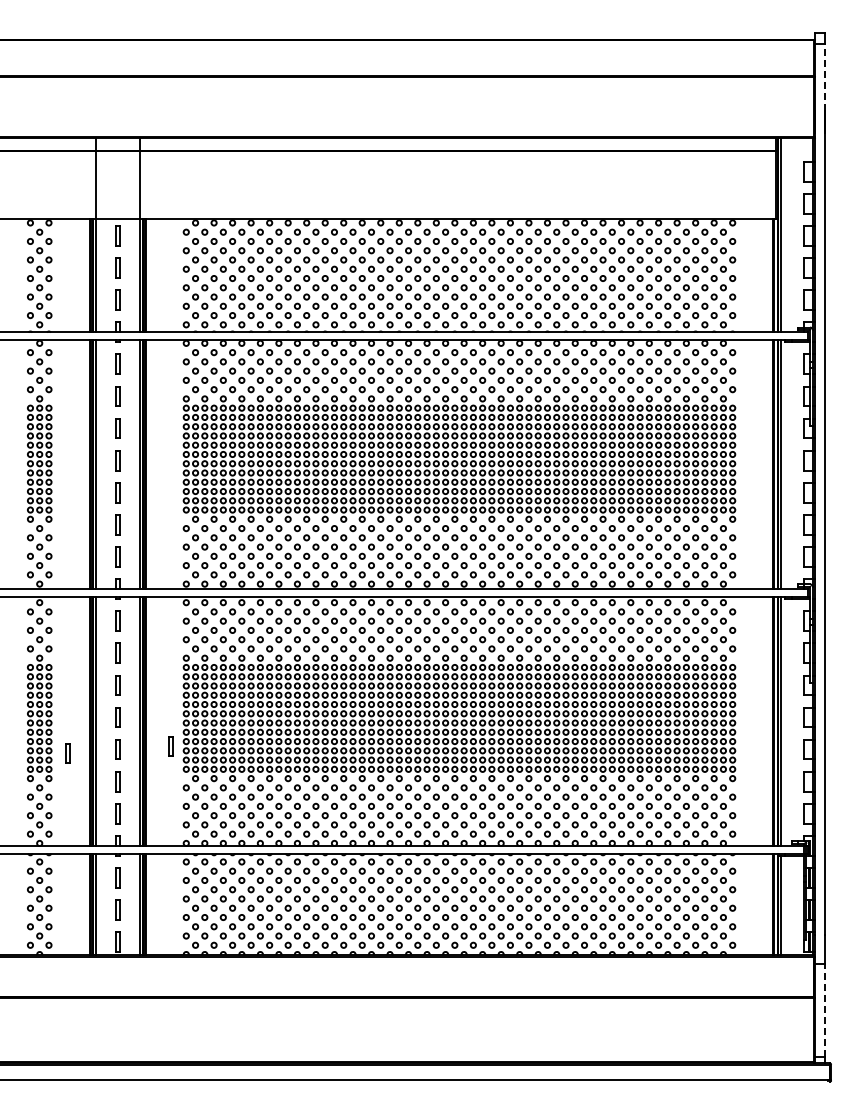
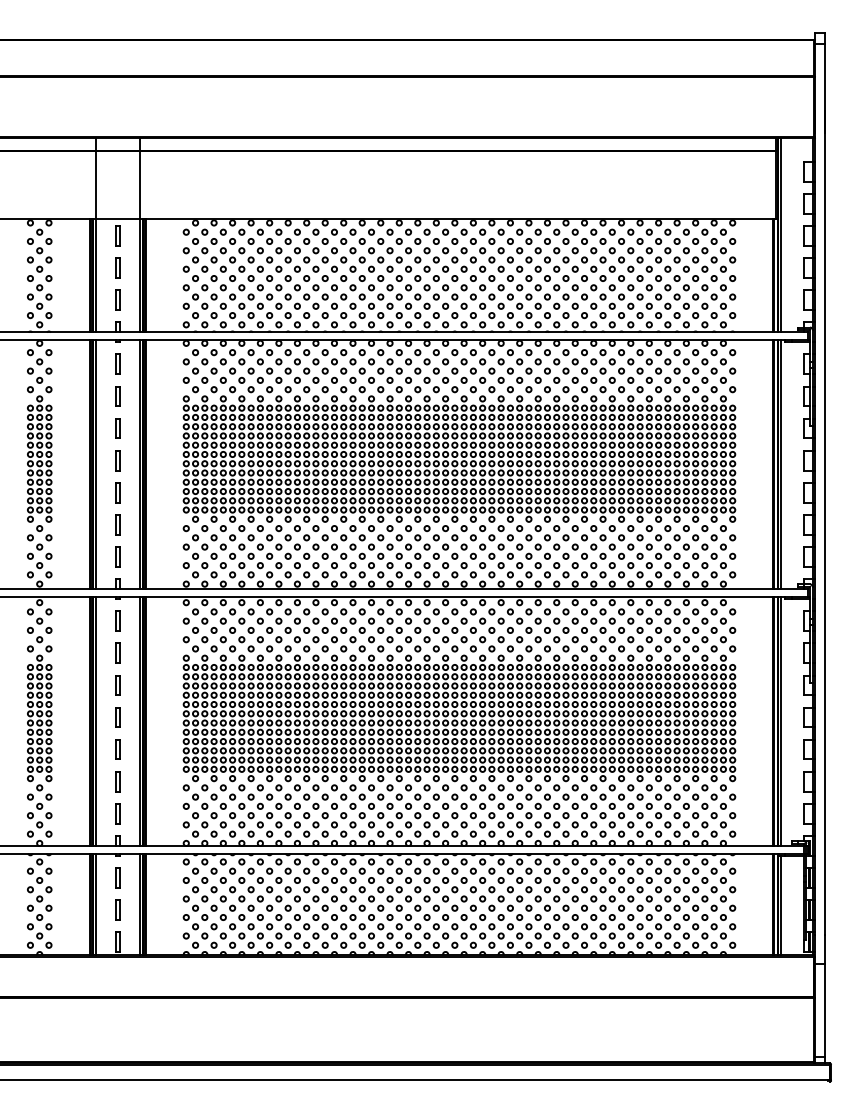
line at (825, 76): dashed -> solid
part at (170, 746): present -> none
part at (67, 753): present -> none
line at (825, 1010): dashed -> solid
